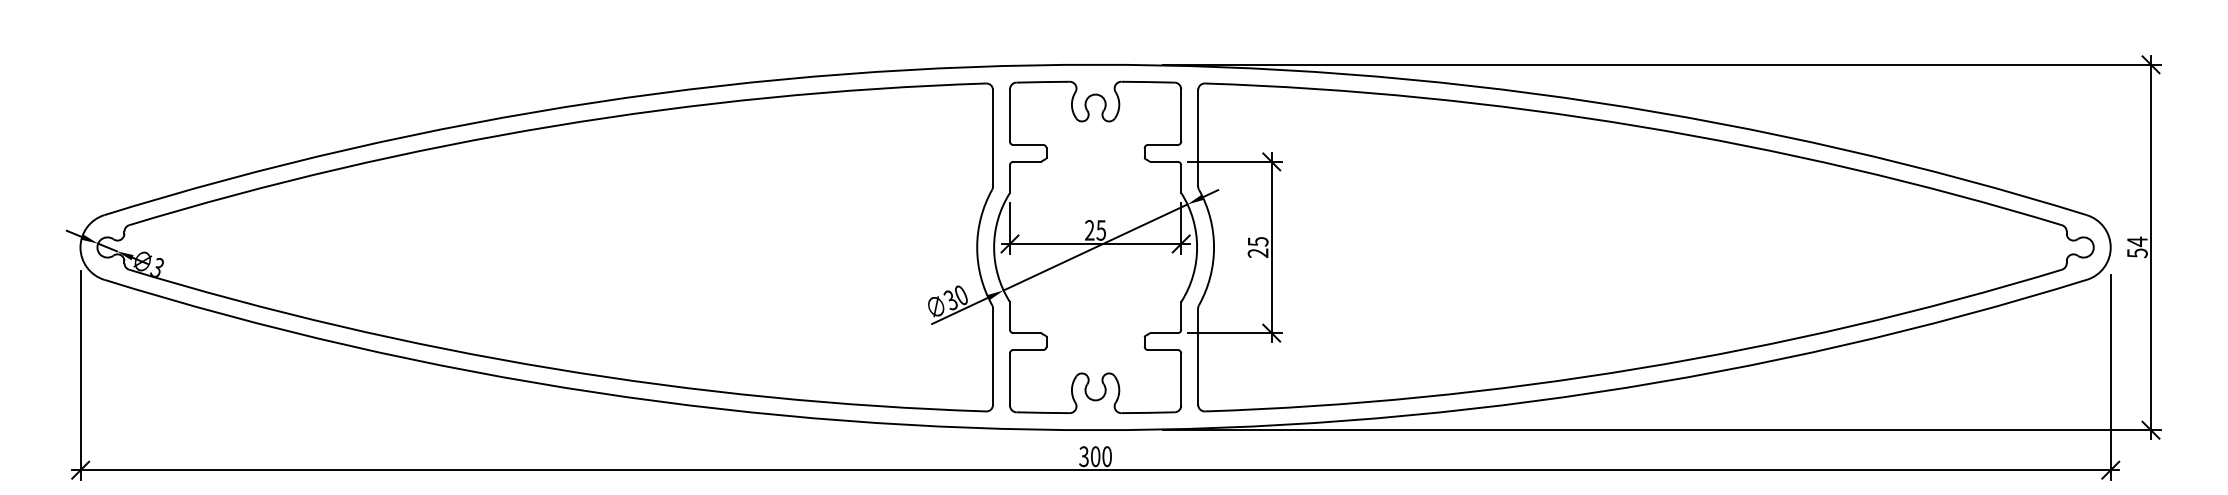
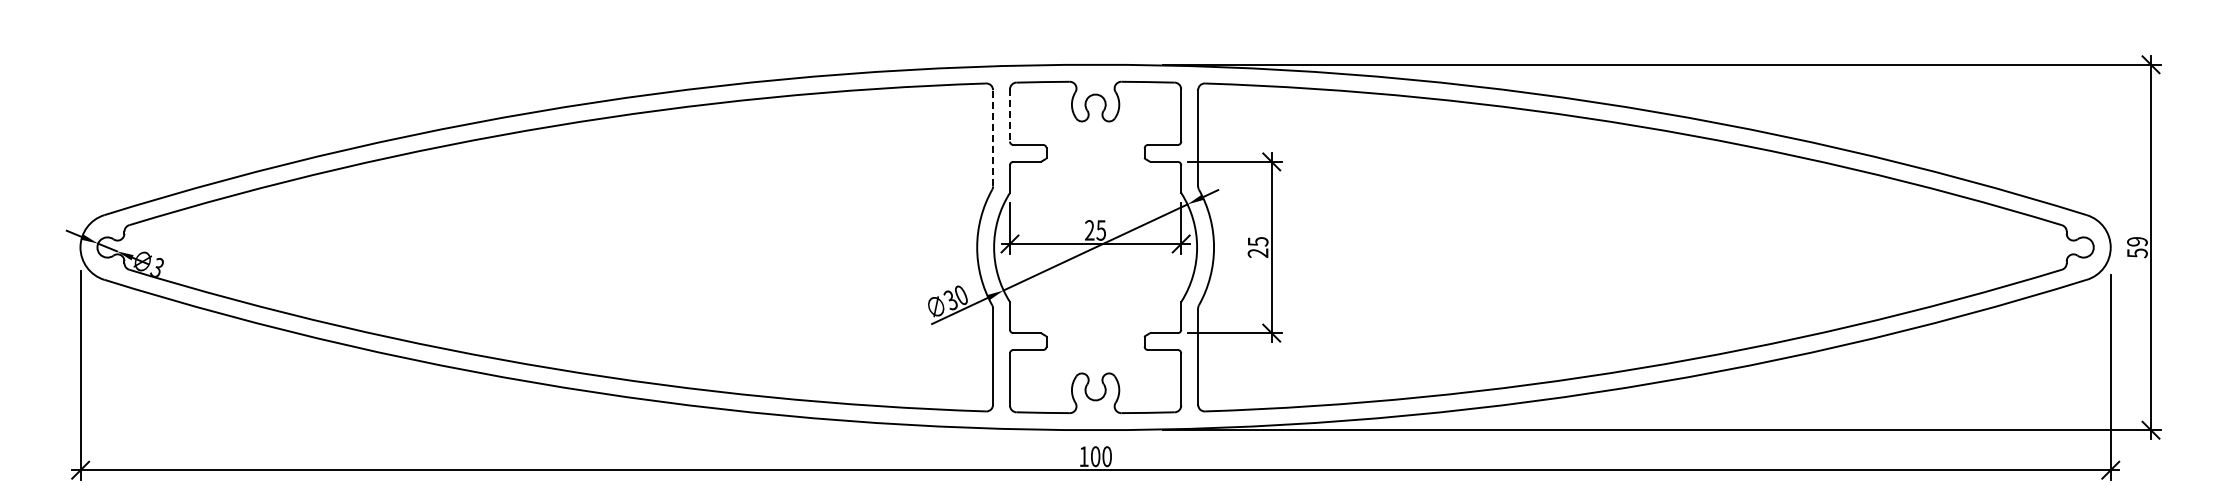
line at (1010, 115): solid -> dashed
line at (993, 137): solid -> dashed
text at (2137, 241): 54 -> 59
text at (1083, 456): 300 -> 100
